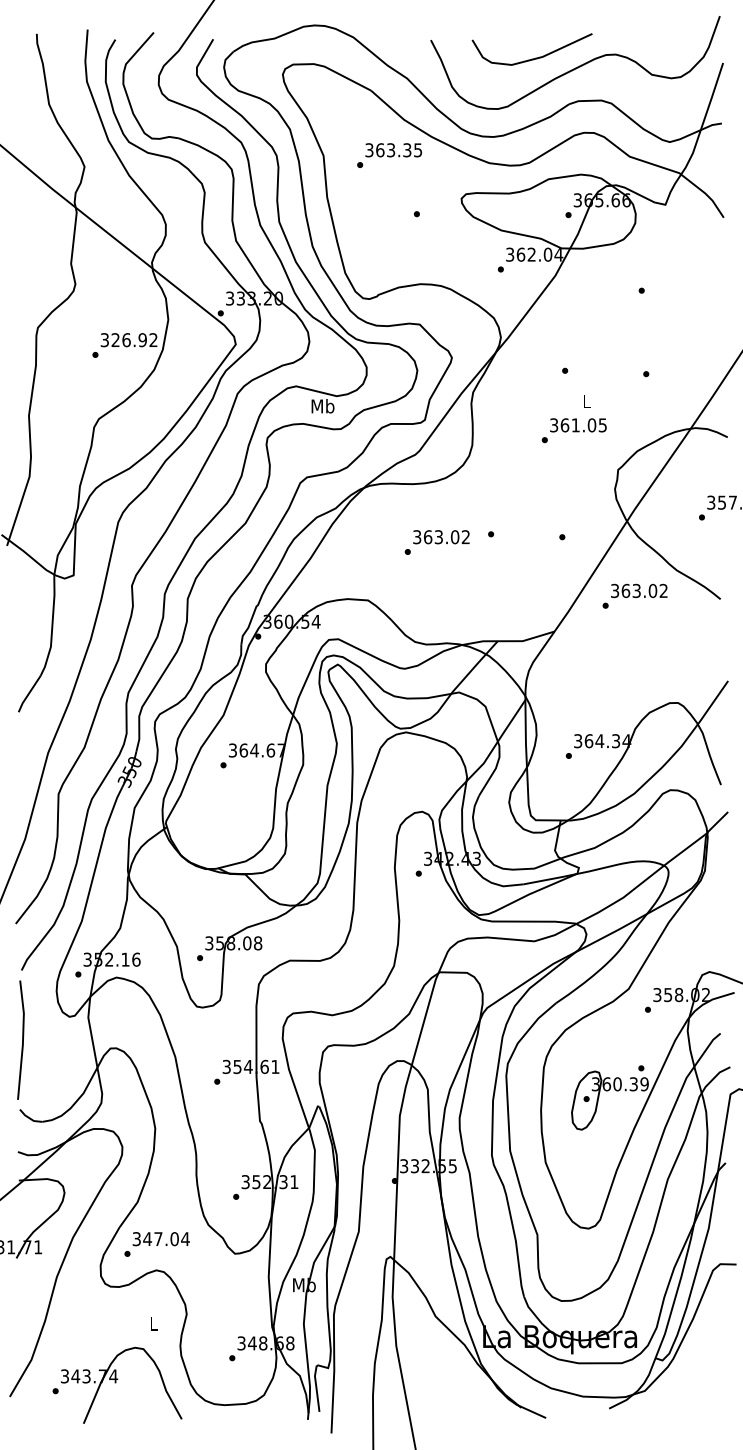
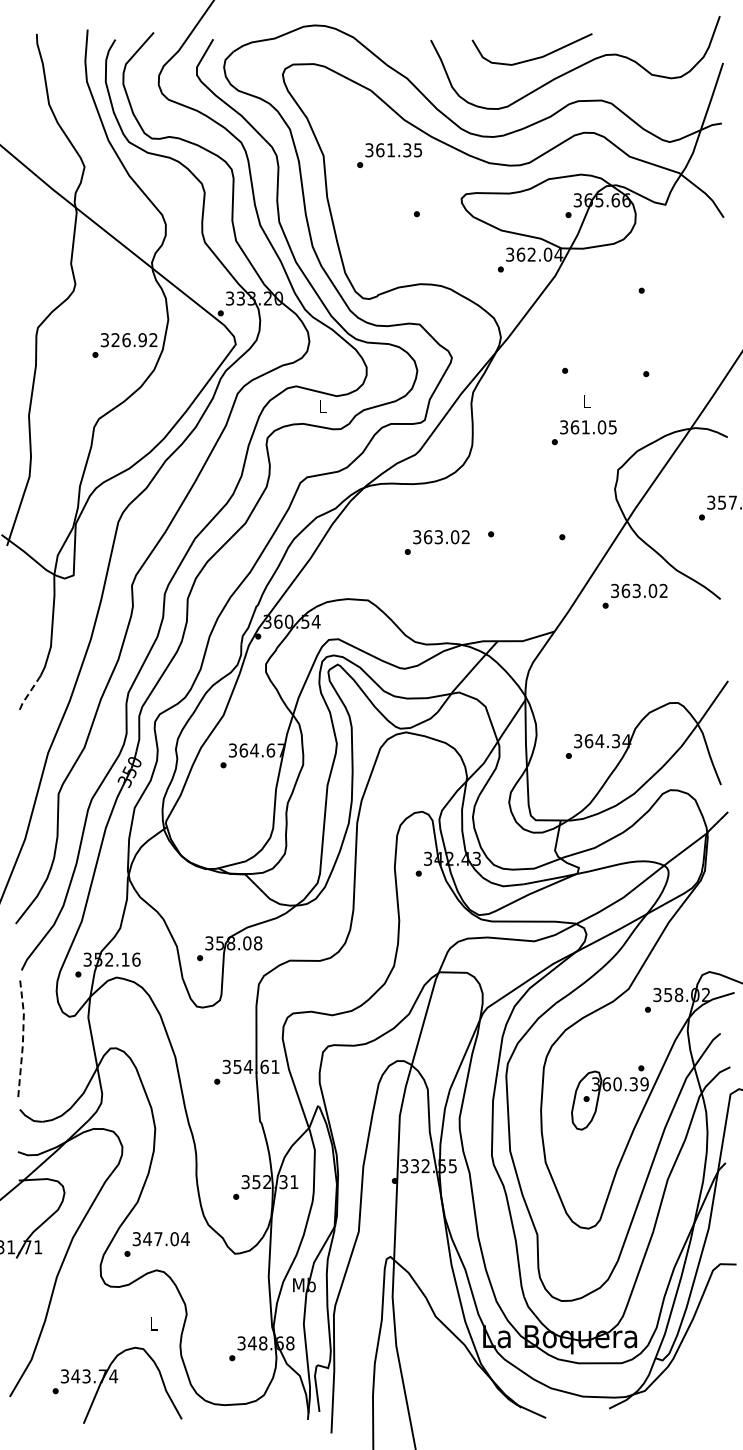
text at (391, 150): 363.35 -> 361.35
text at (322, 406): Mb -> L
text at (573, 430) position: (573, 430) -> (583, 432)
line at (28, 694): solid -> dashed
line at (23, 1040): solid -> dashed
